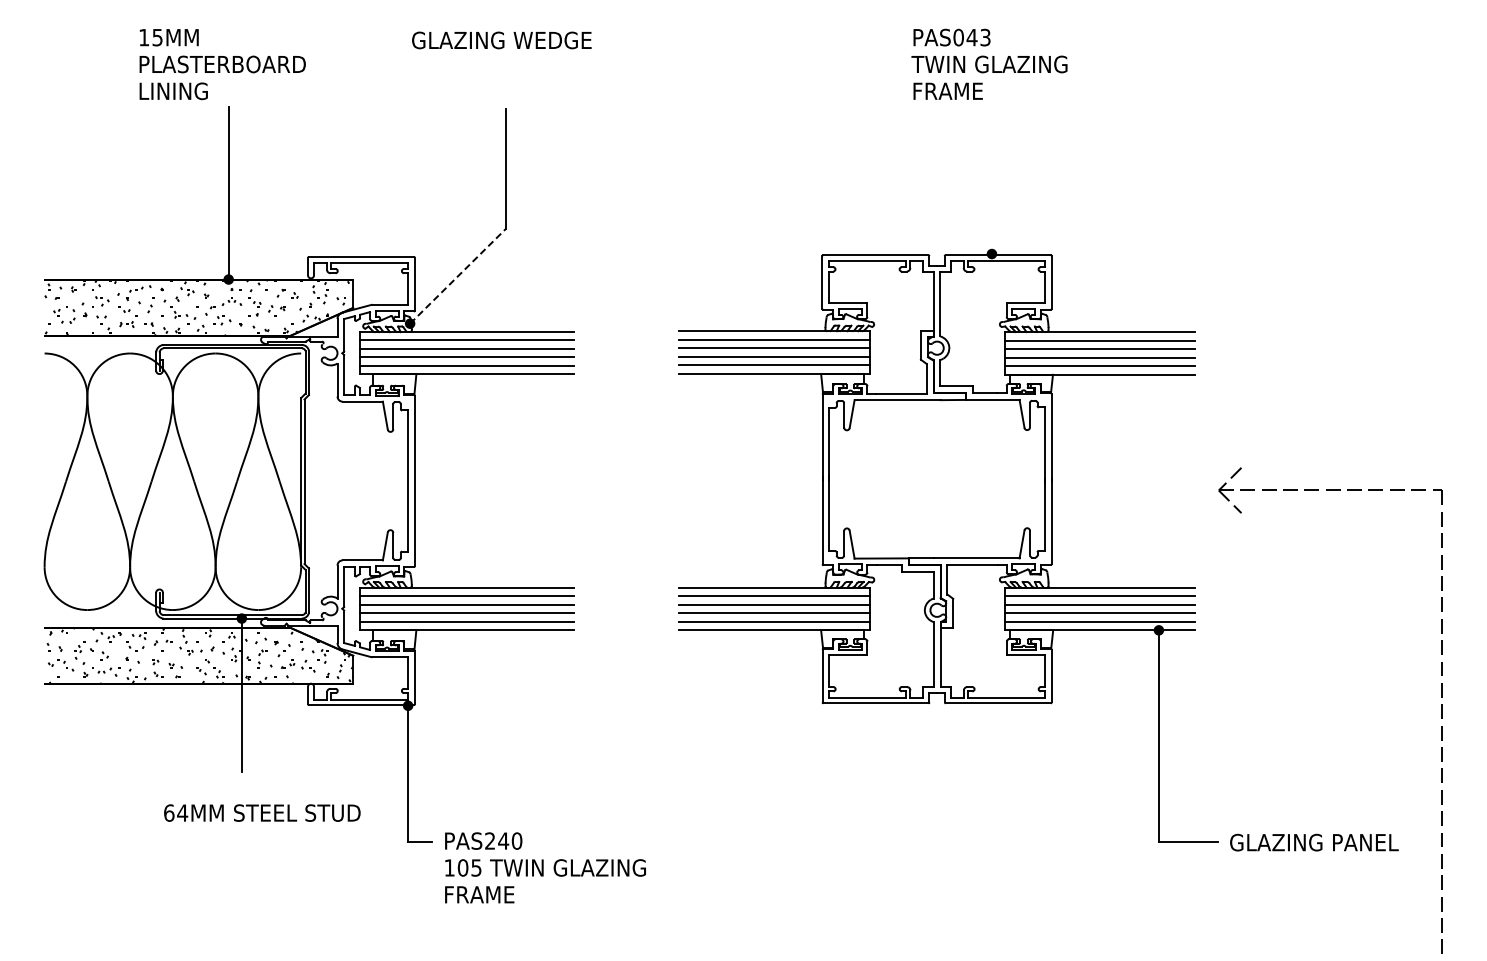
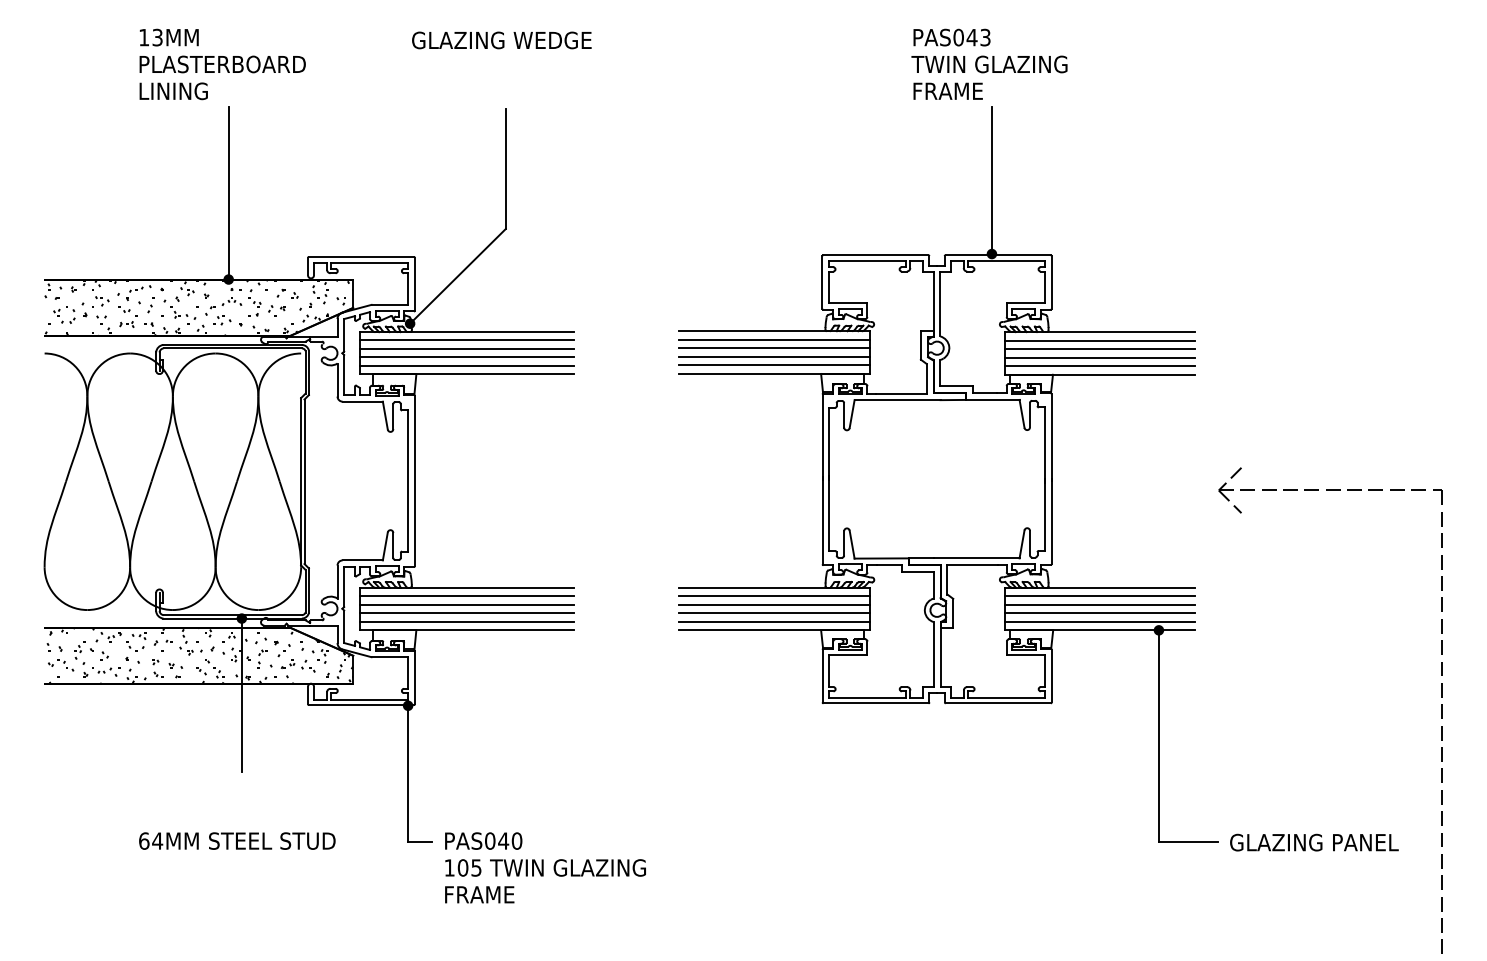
text at (157, 36): 15MM -> 13MM
line at (991, 180): none -> present
line at (458, 276): dashed -> solid
text at (262, 812) position: (262, 812) -> (237, 840)
text at (490, 840): PAS240 -> PAS040
